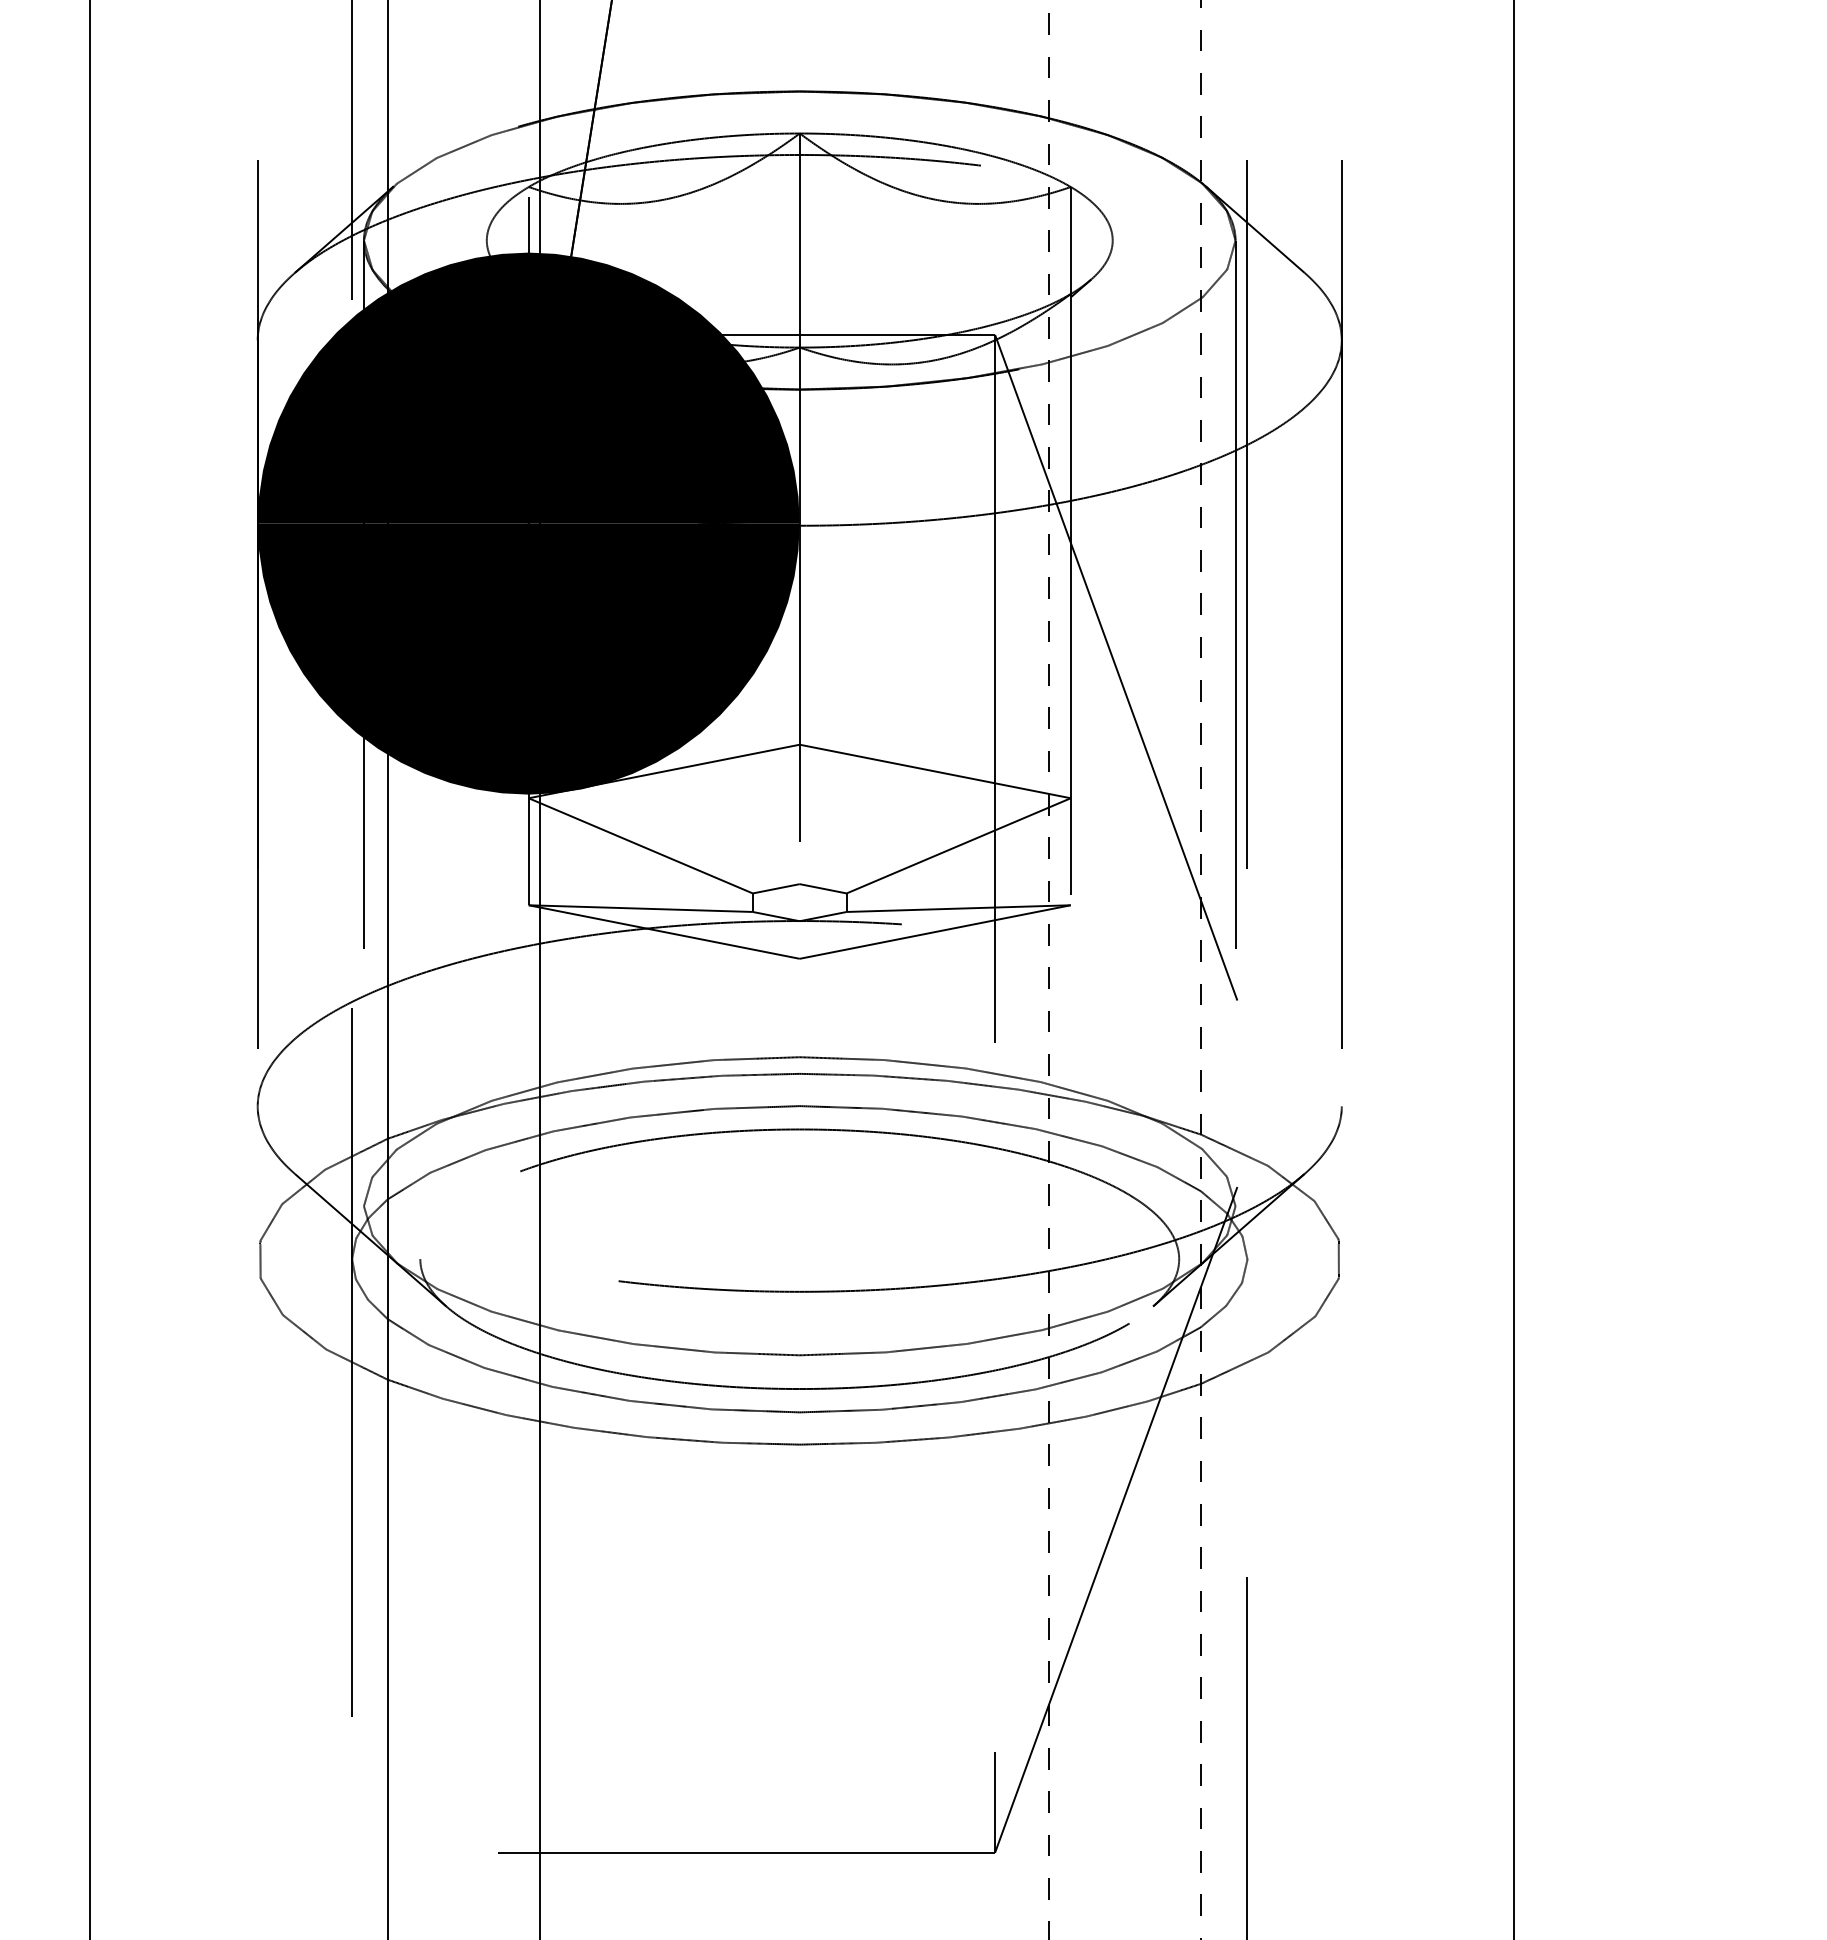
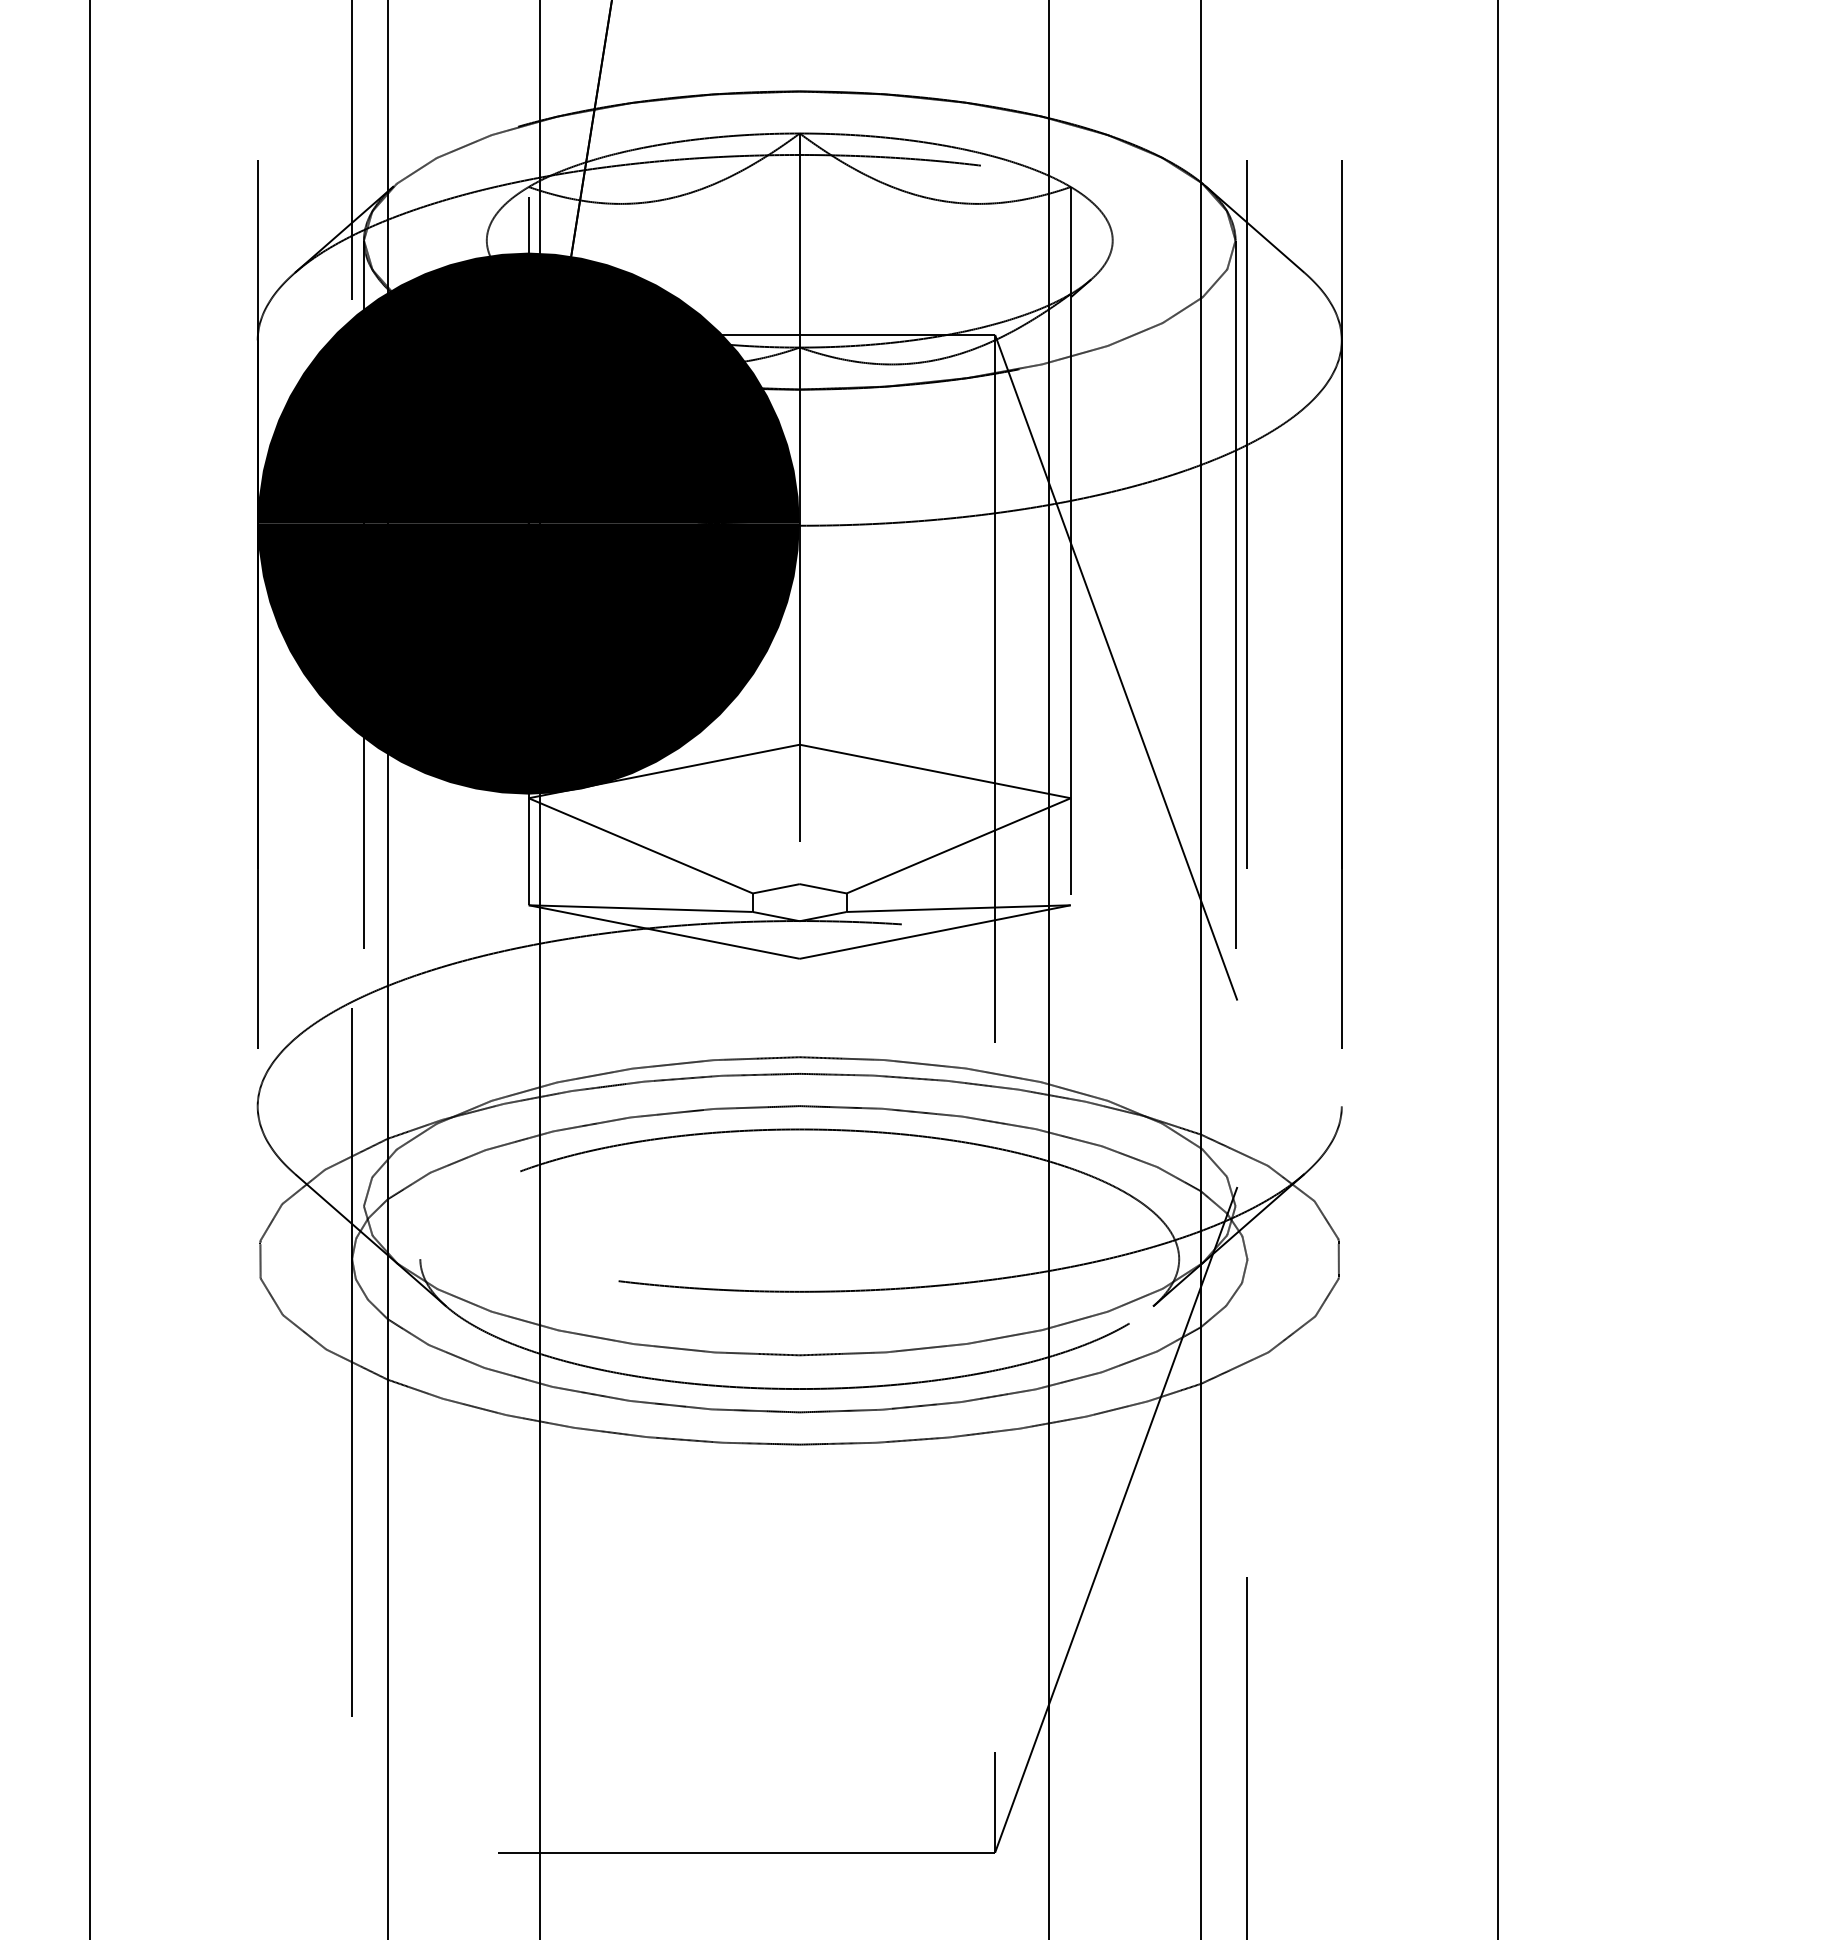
line at (1200, 969): dashed -> solid
line at (1514, 969) position: (1514, 969) -> (1498, 969)
line at (1049, 970): dashed -> solid
